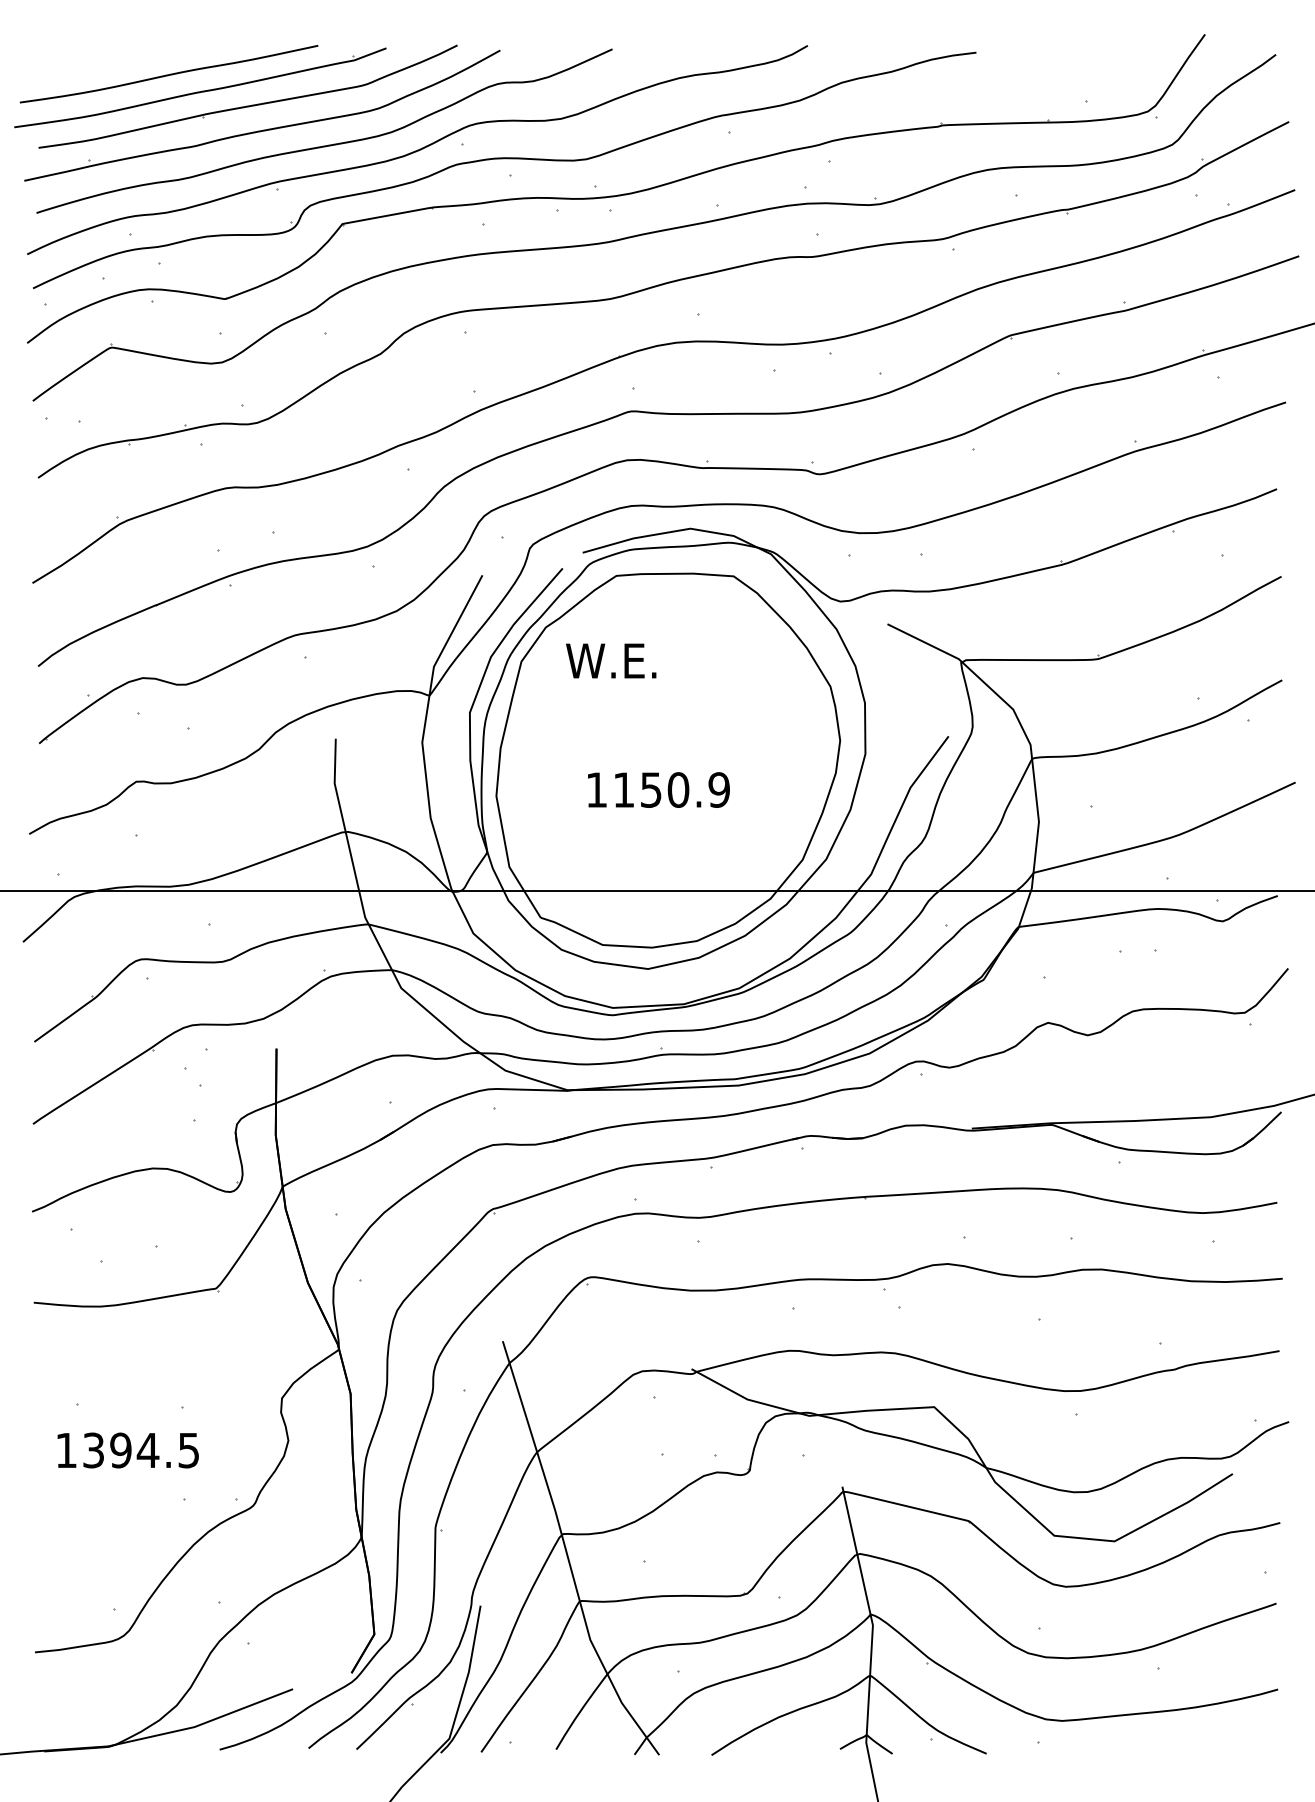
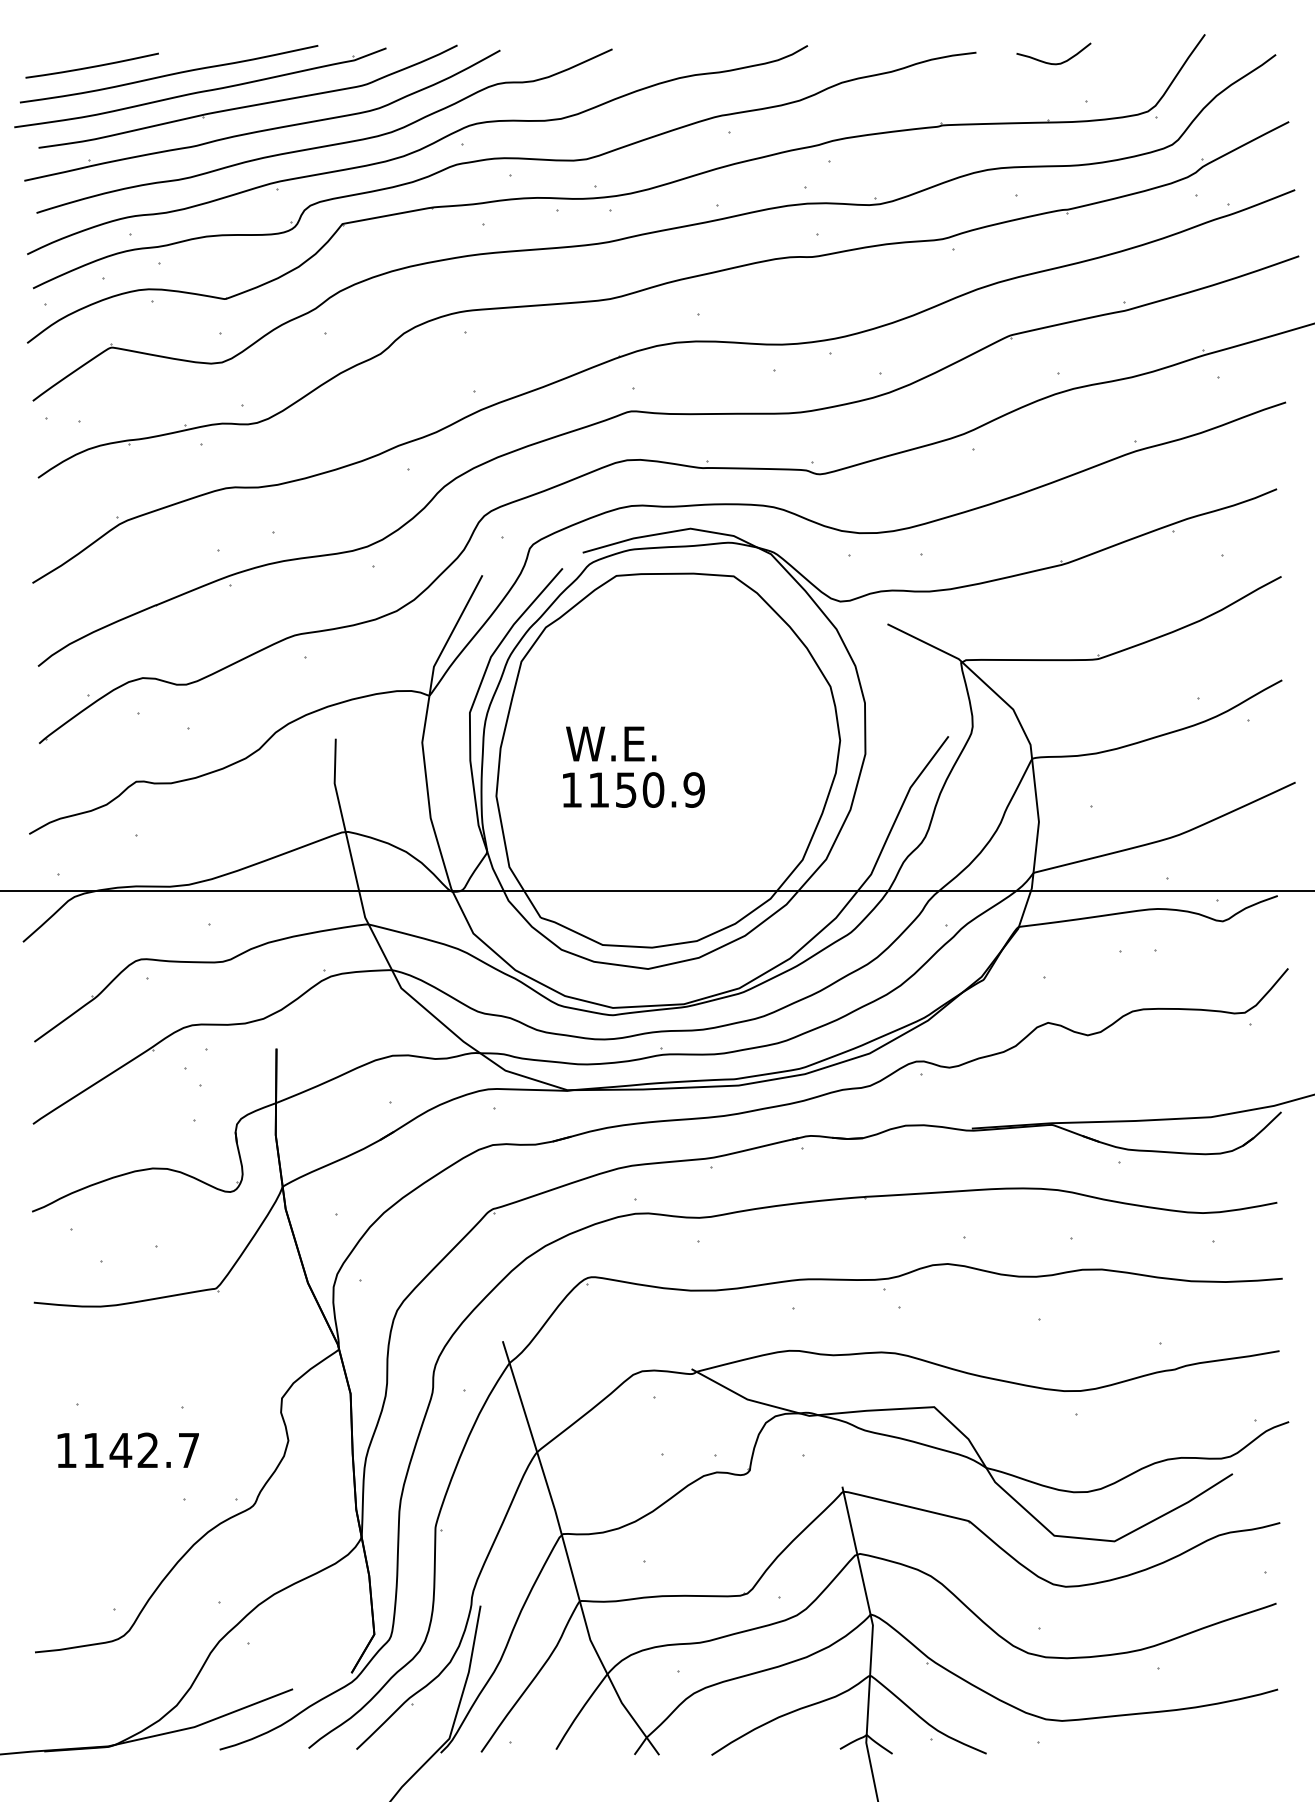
curve at (1050, 62): none -> present
curve at (91, 66): none -> present
text at (611, 660) position: (611, 660) -> (611, 743)
text at (658, 789) position: (658, 789) -> (633, 789)
text at (140, 1450): 1394.5 -> 1142.7
